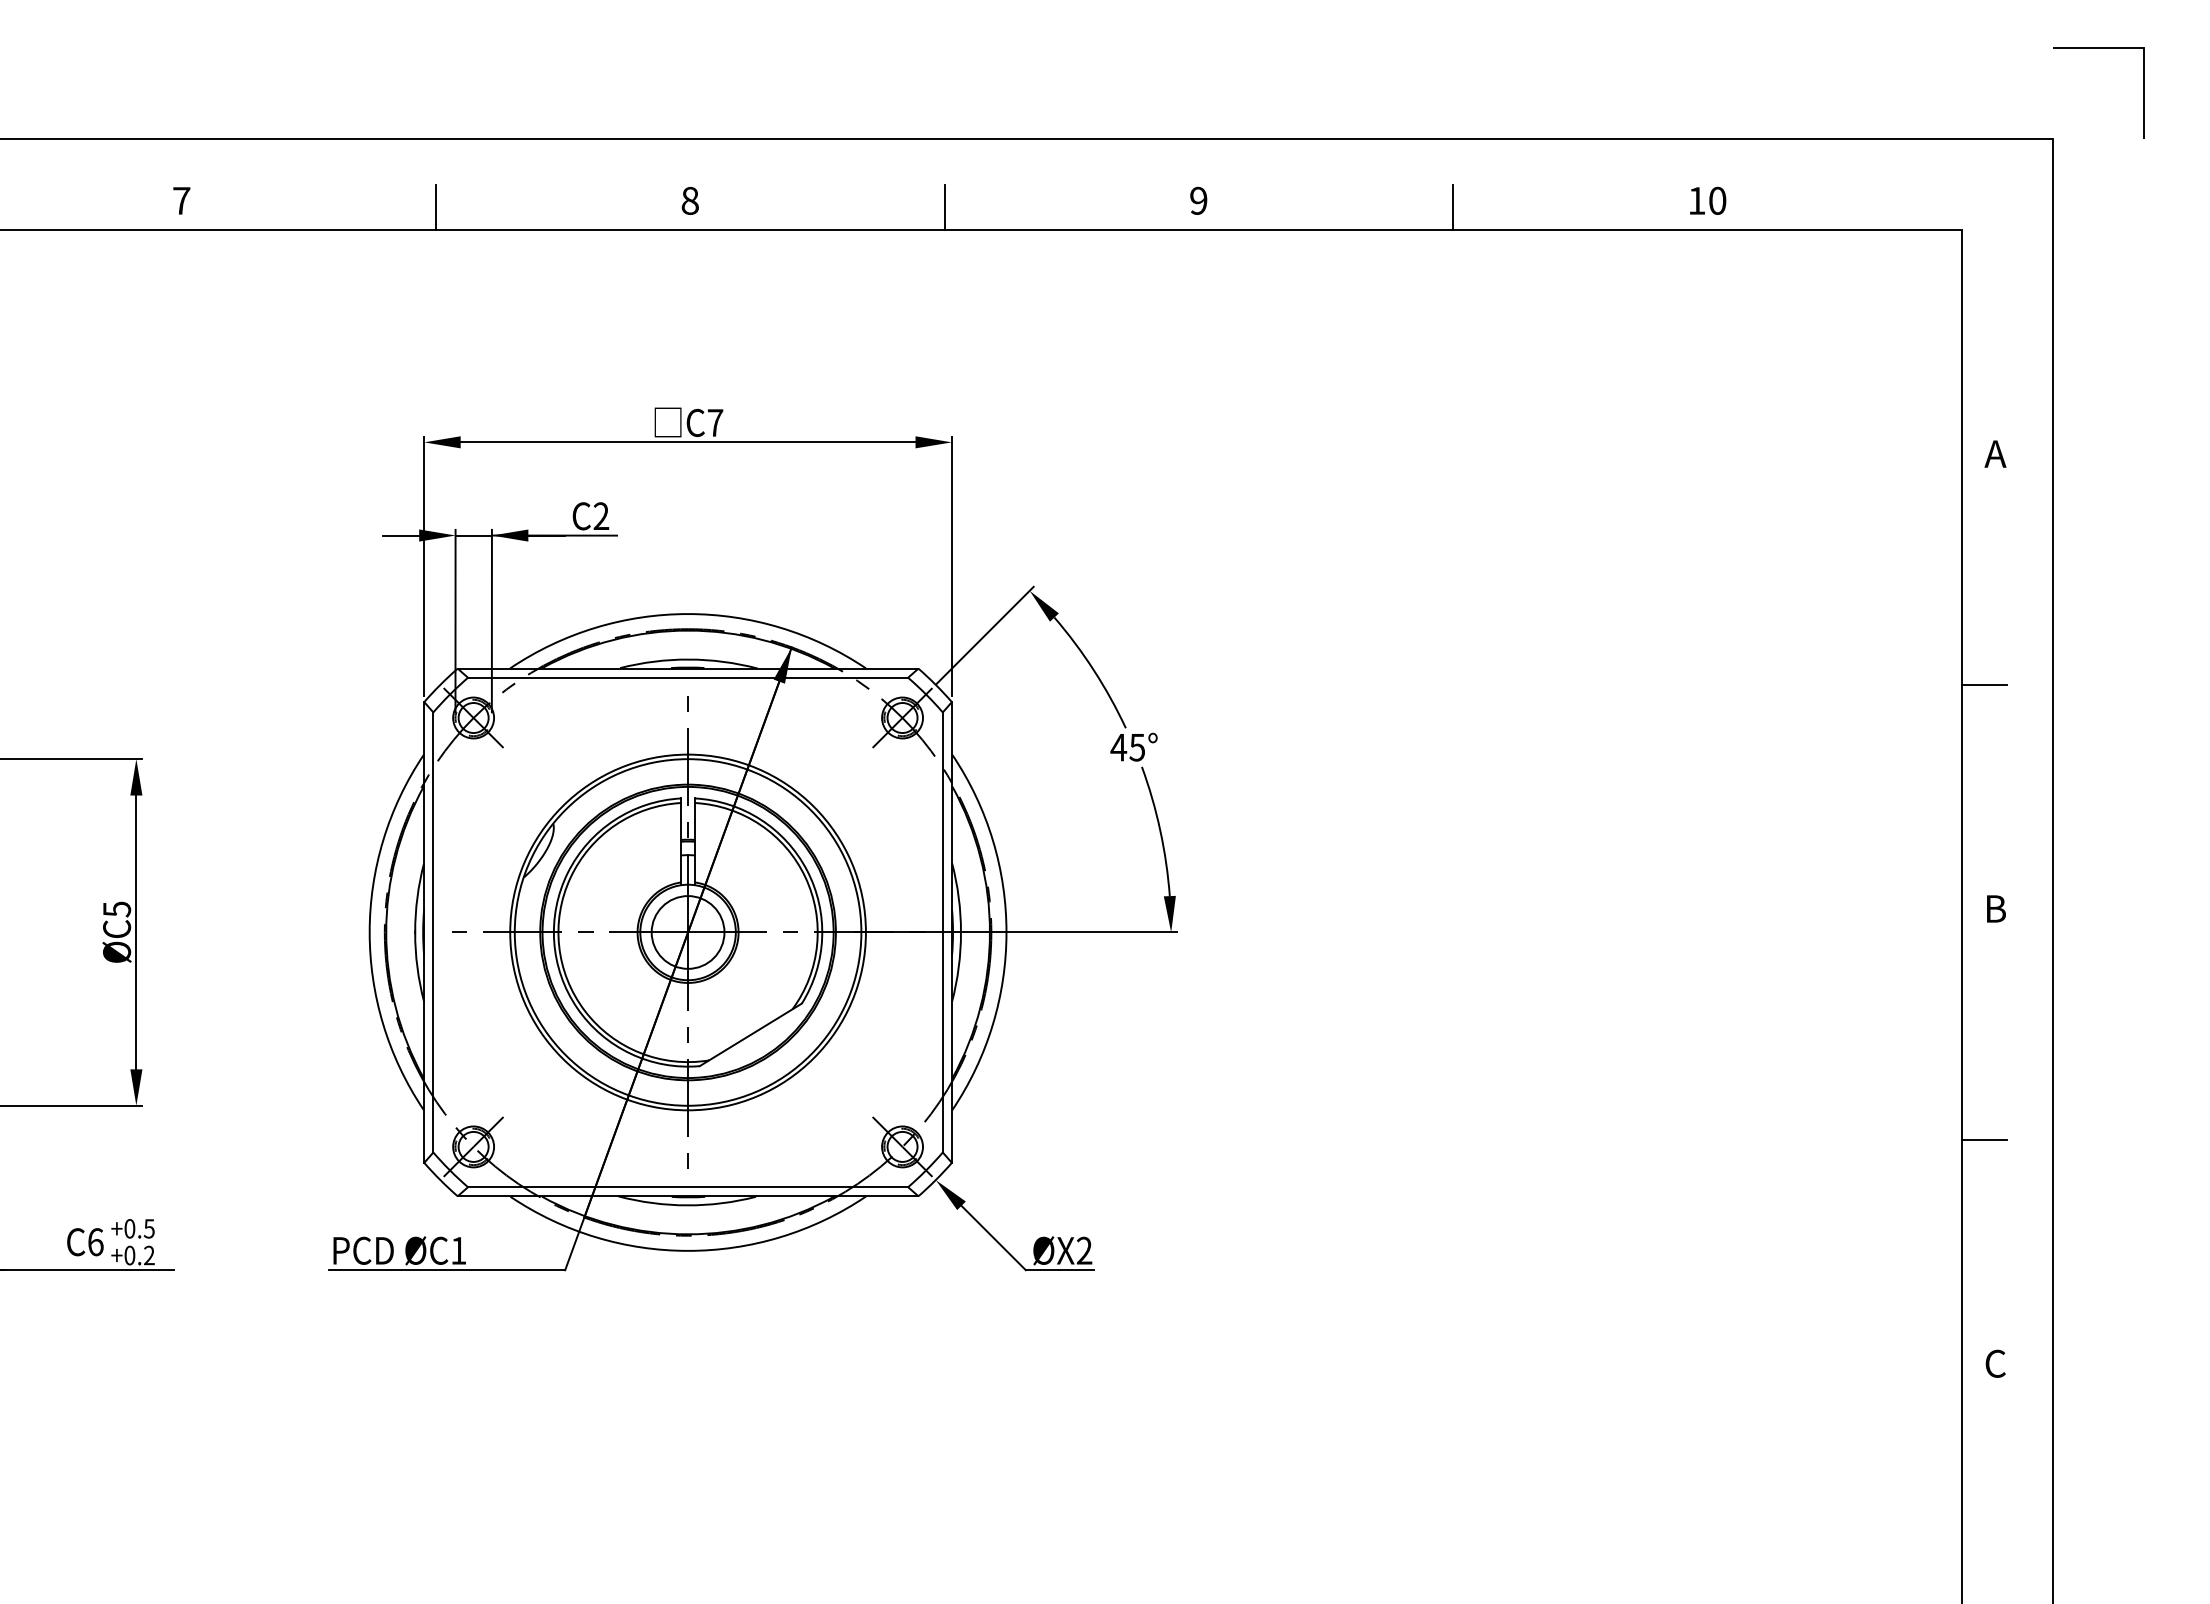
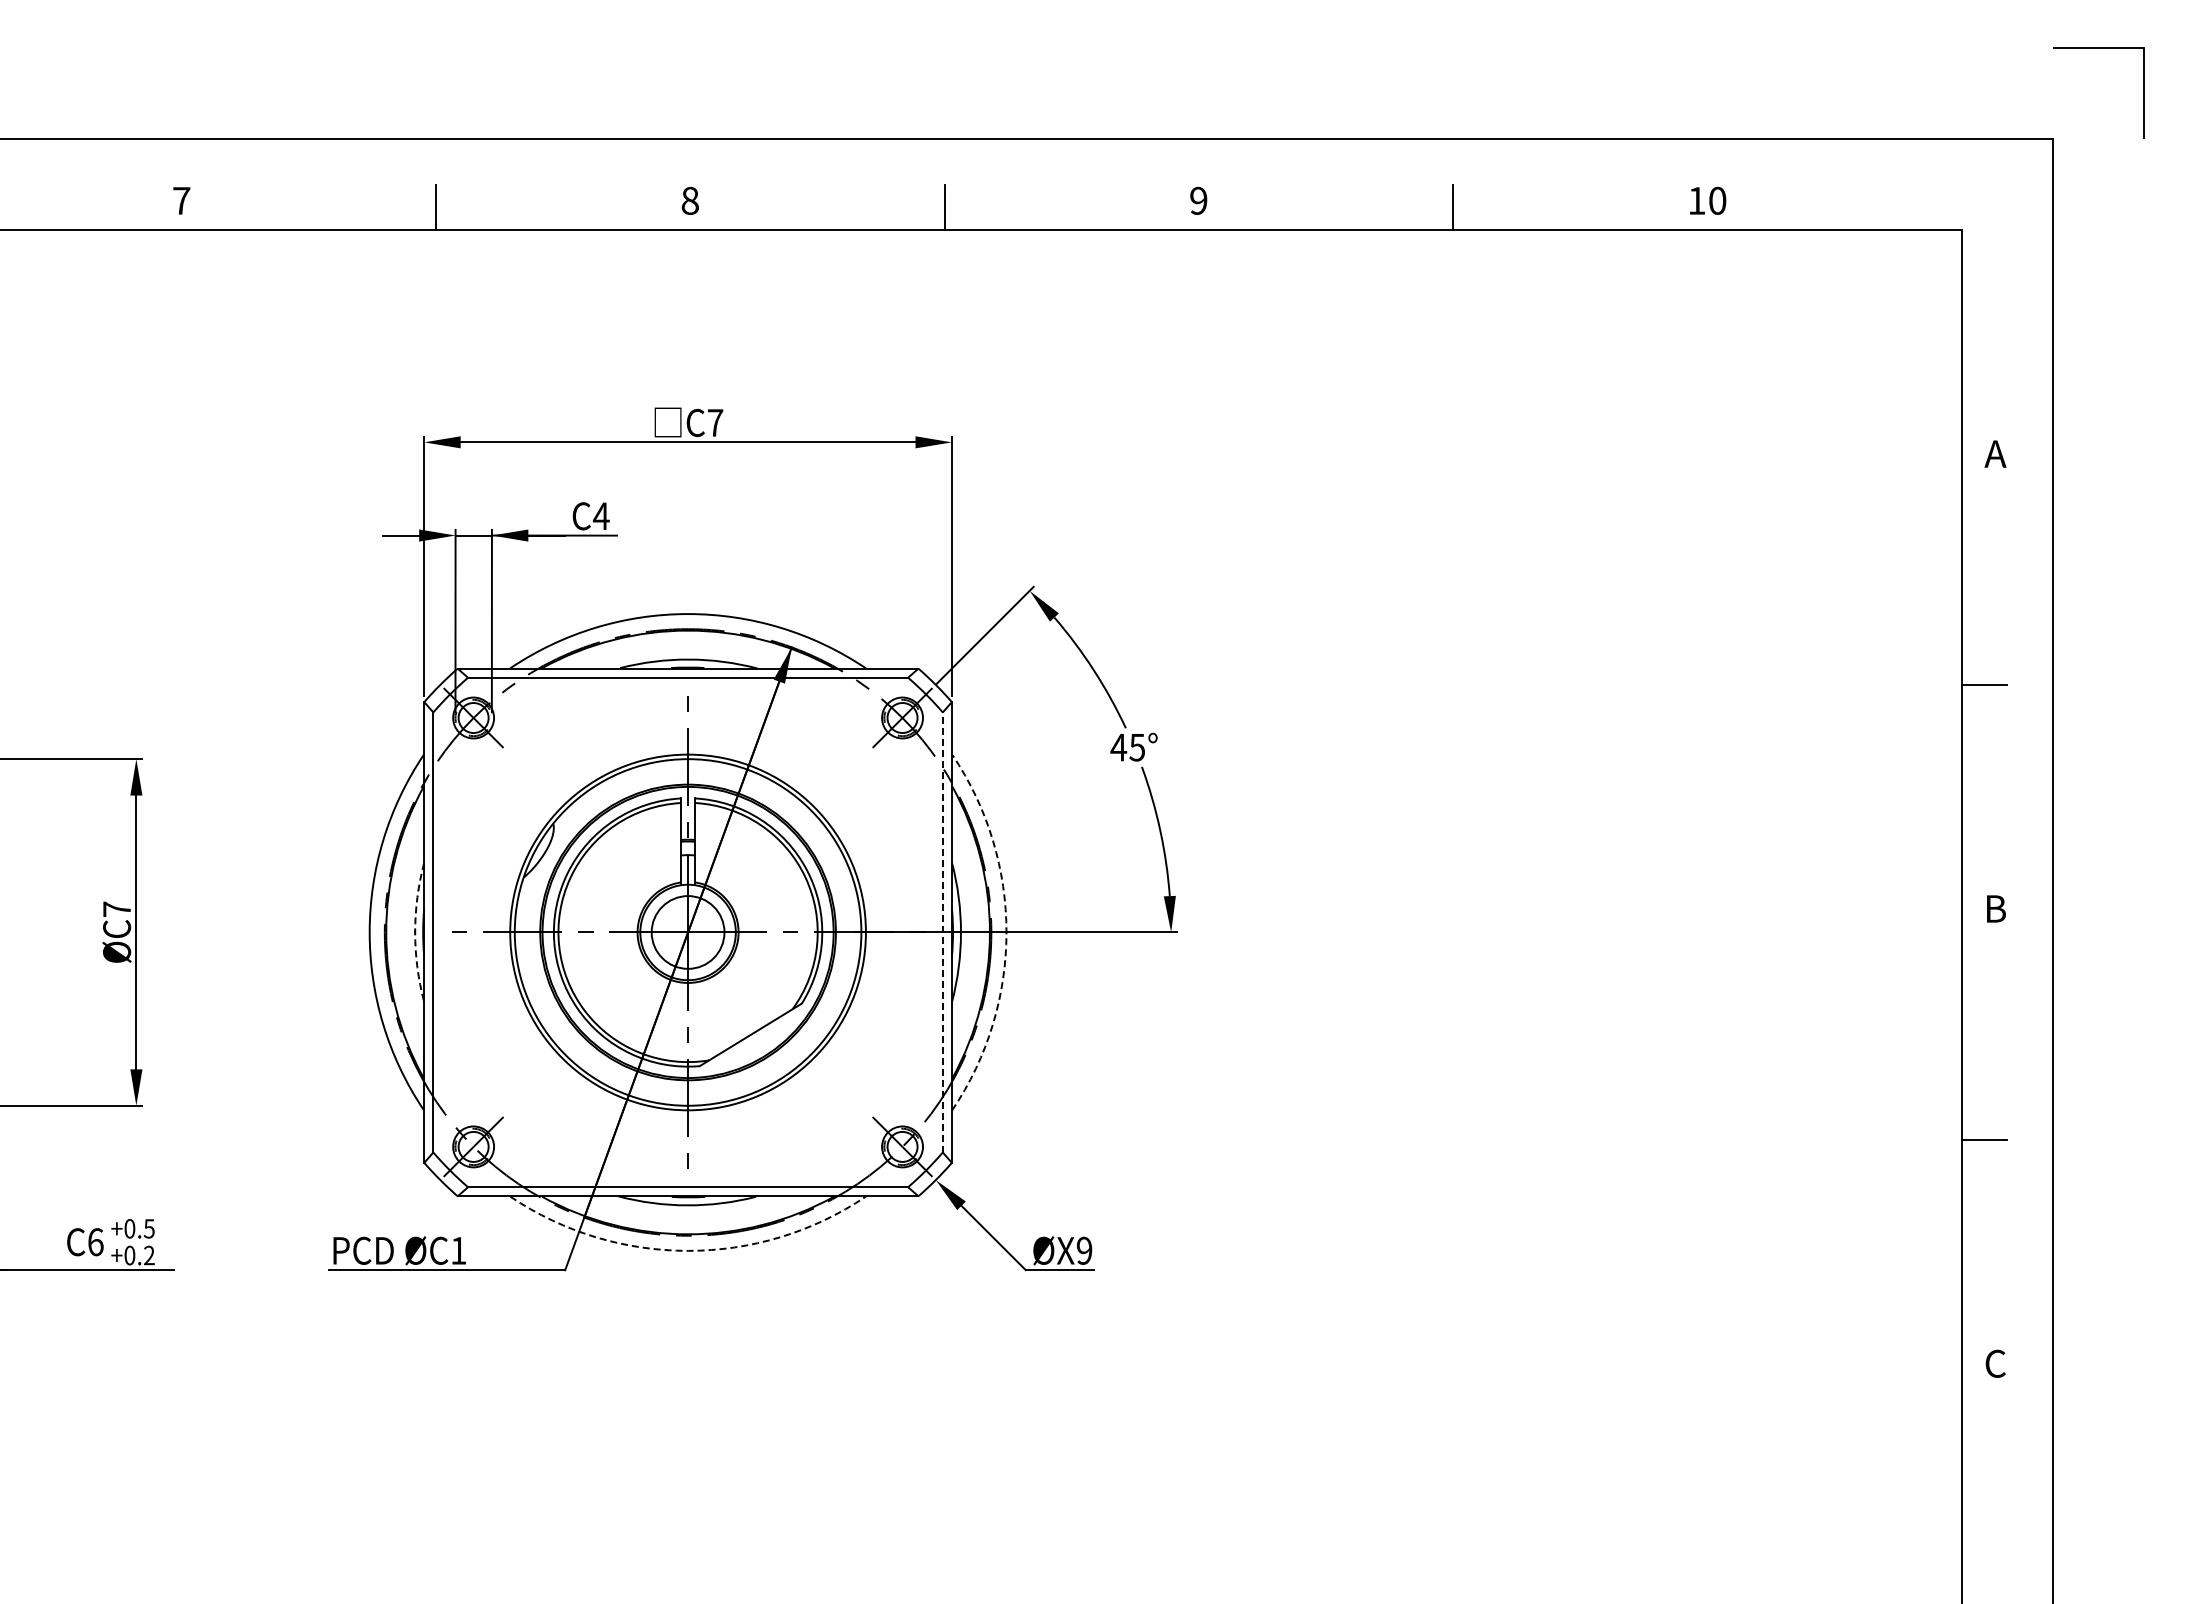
text at (601, 515): C2 -> C4
text at (117, 909): ØC5 -> ØC7
line at (942, 931): solid -> dashed
arc at (415, 932): solid -> dashed
arc at (1006, 932): solid -> dashed
arc at (688, 1250): solid -> dashed
text at (1084, 1250): ØX2 -> ØX9
